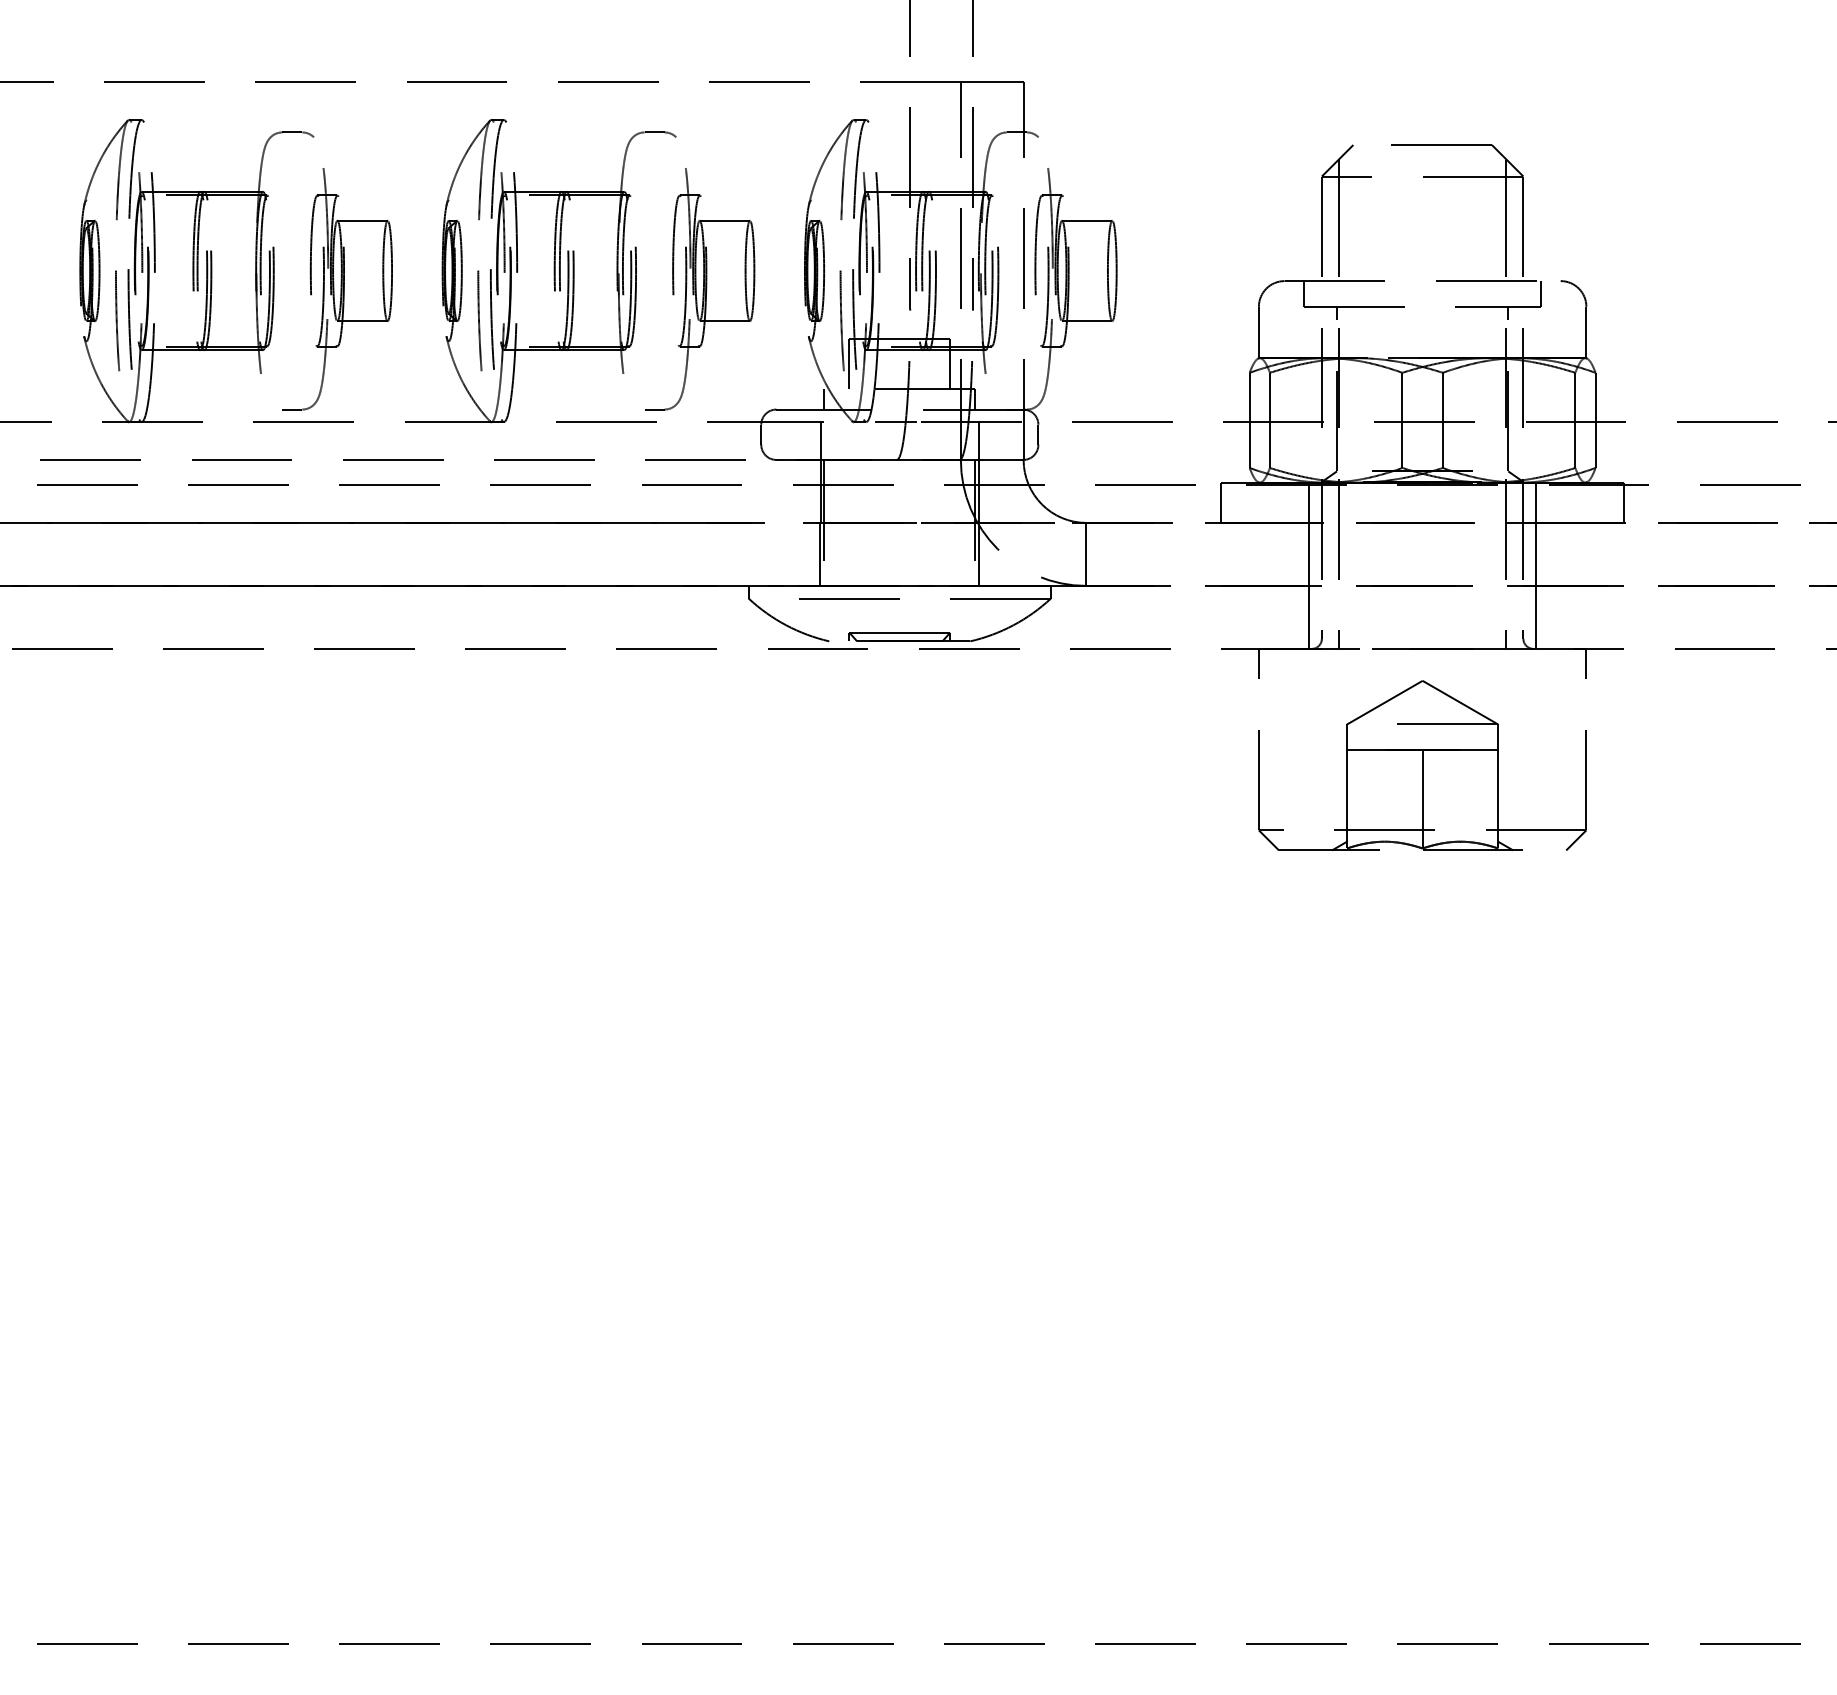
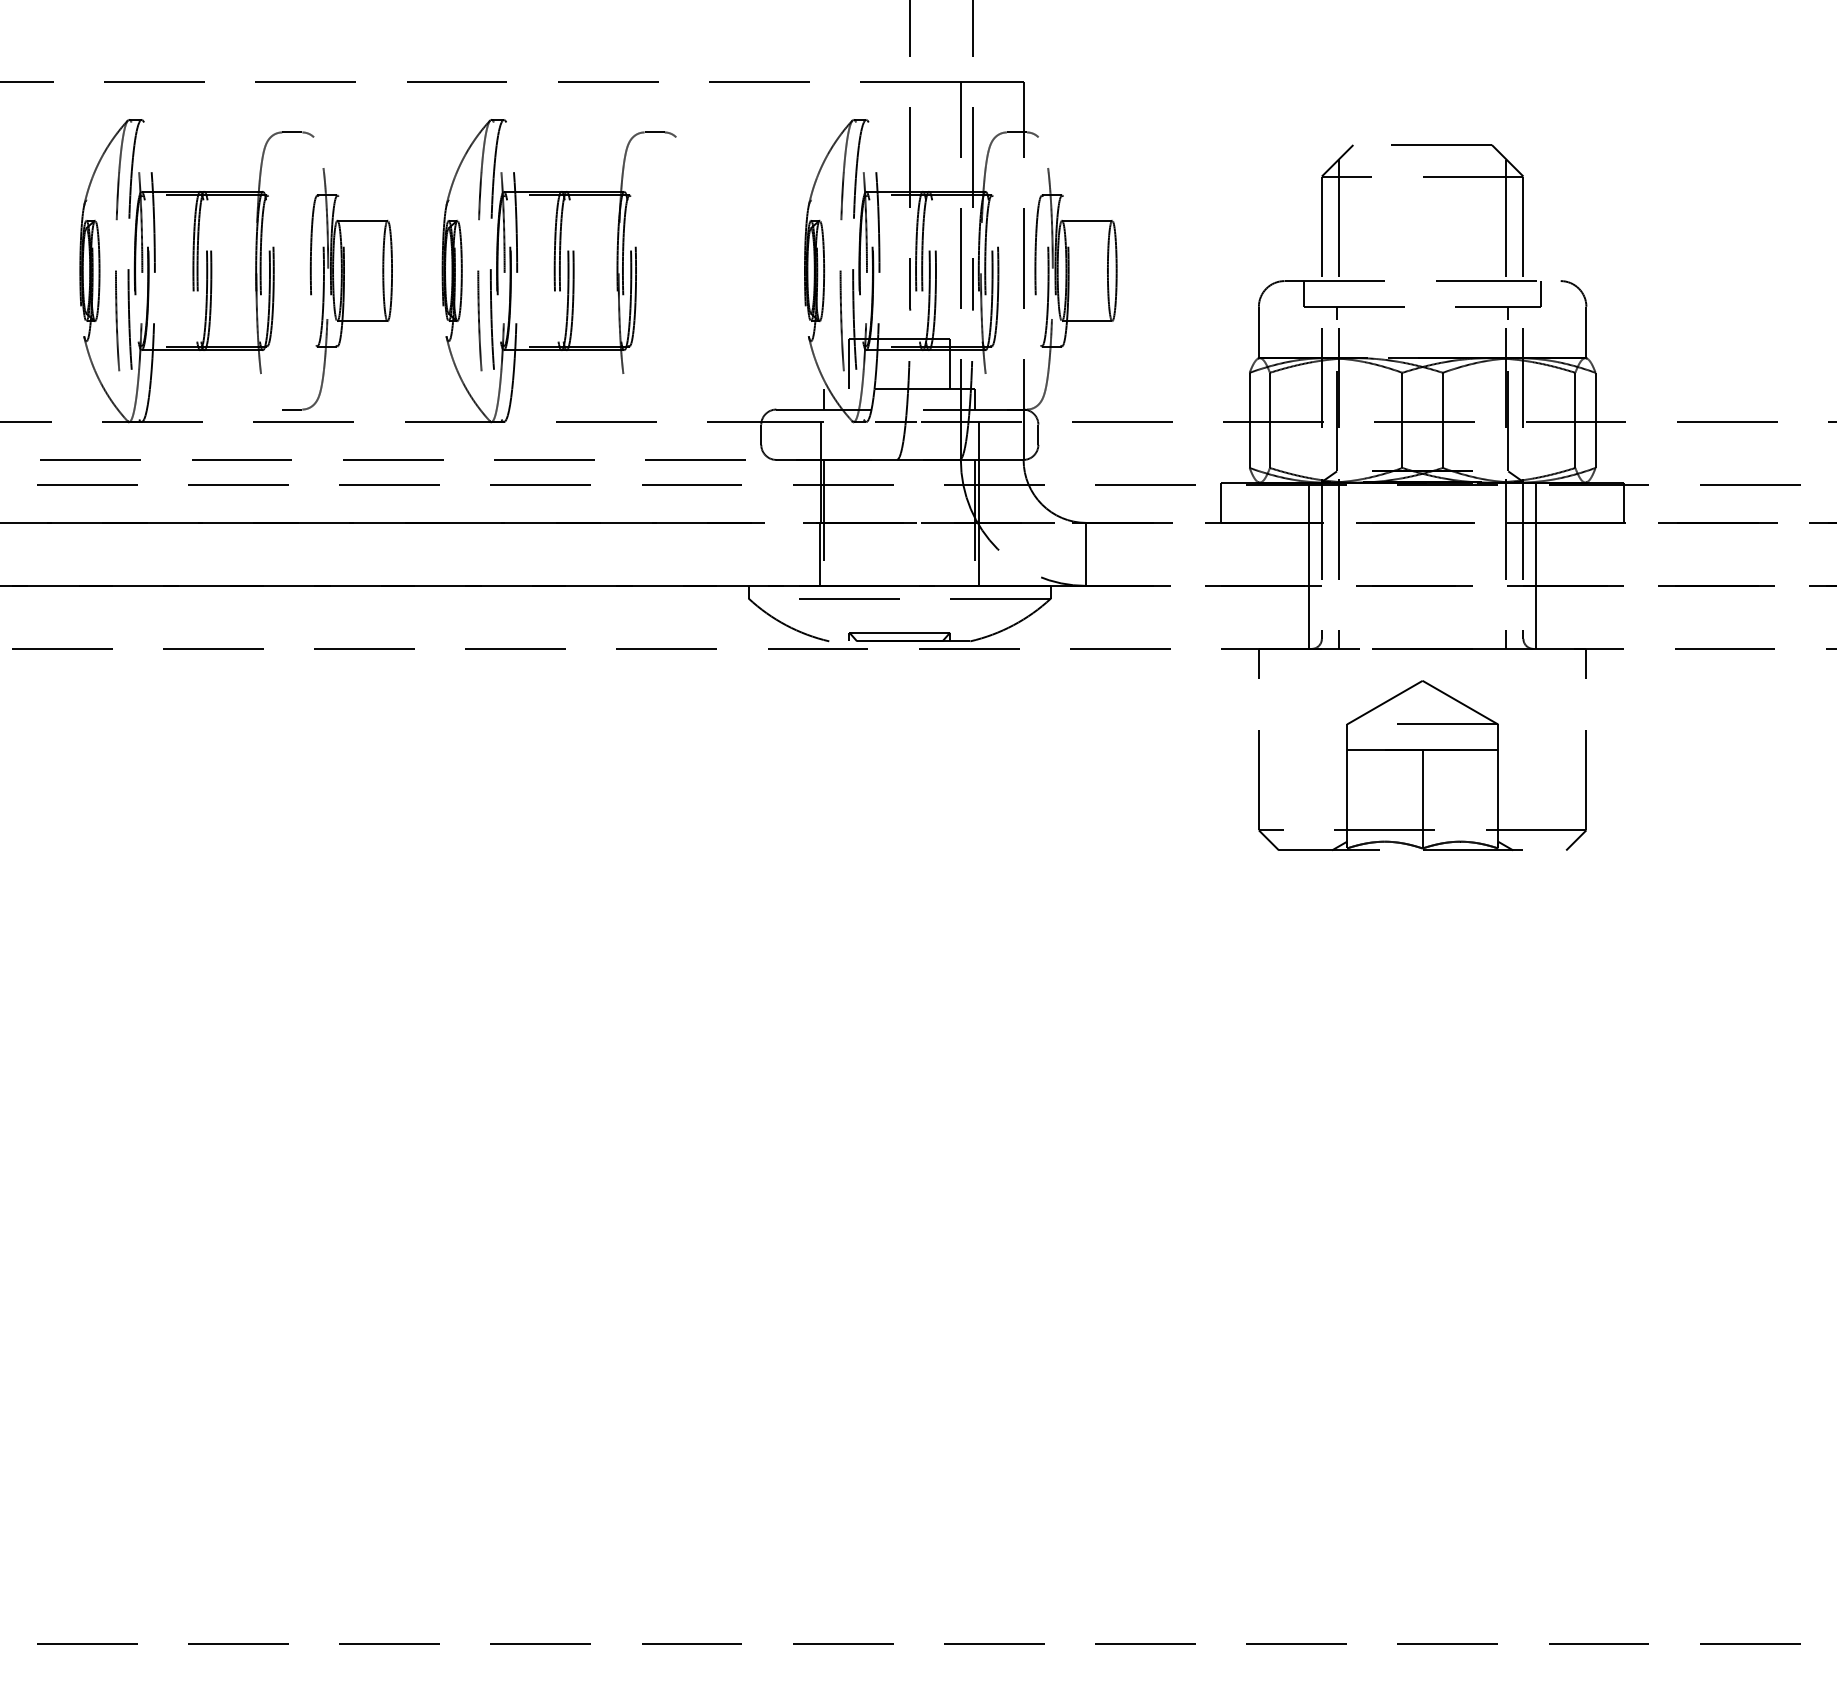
part at (700, 289): present -> none
